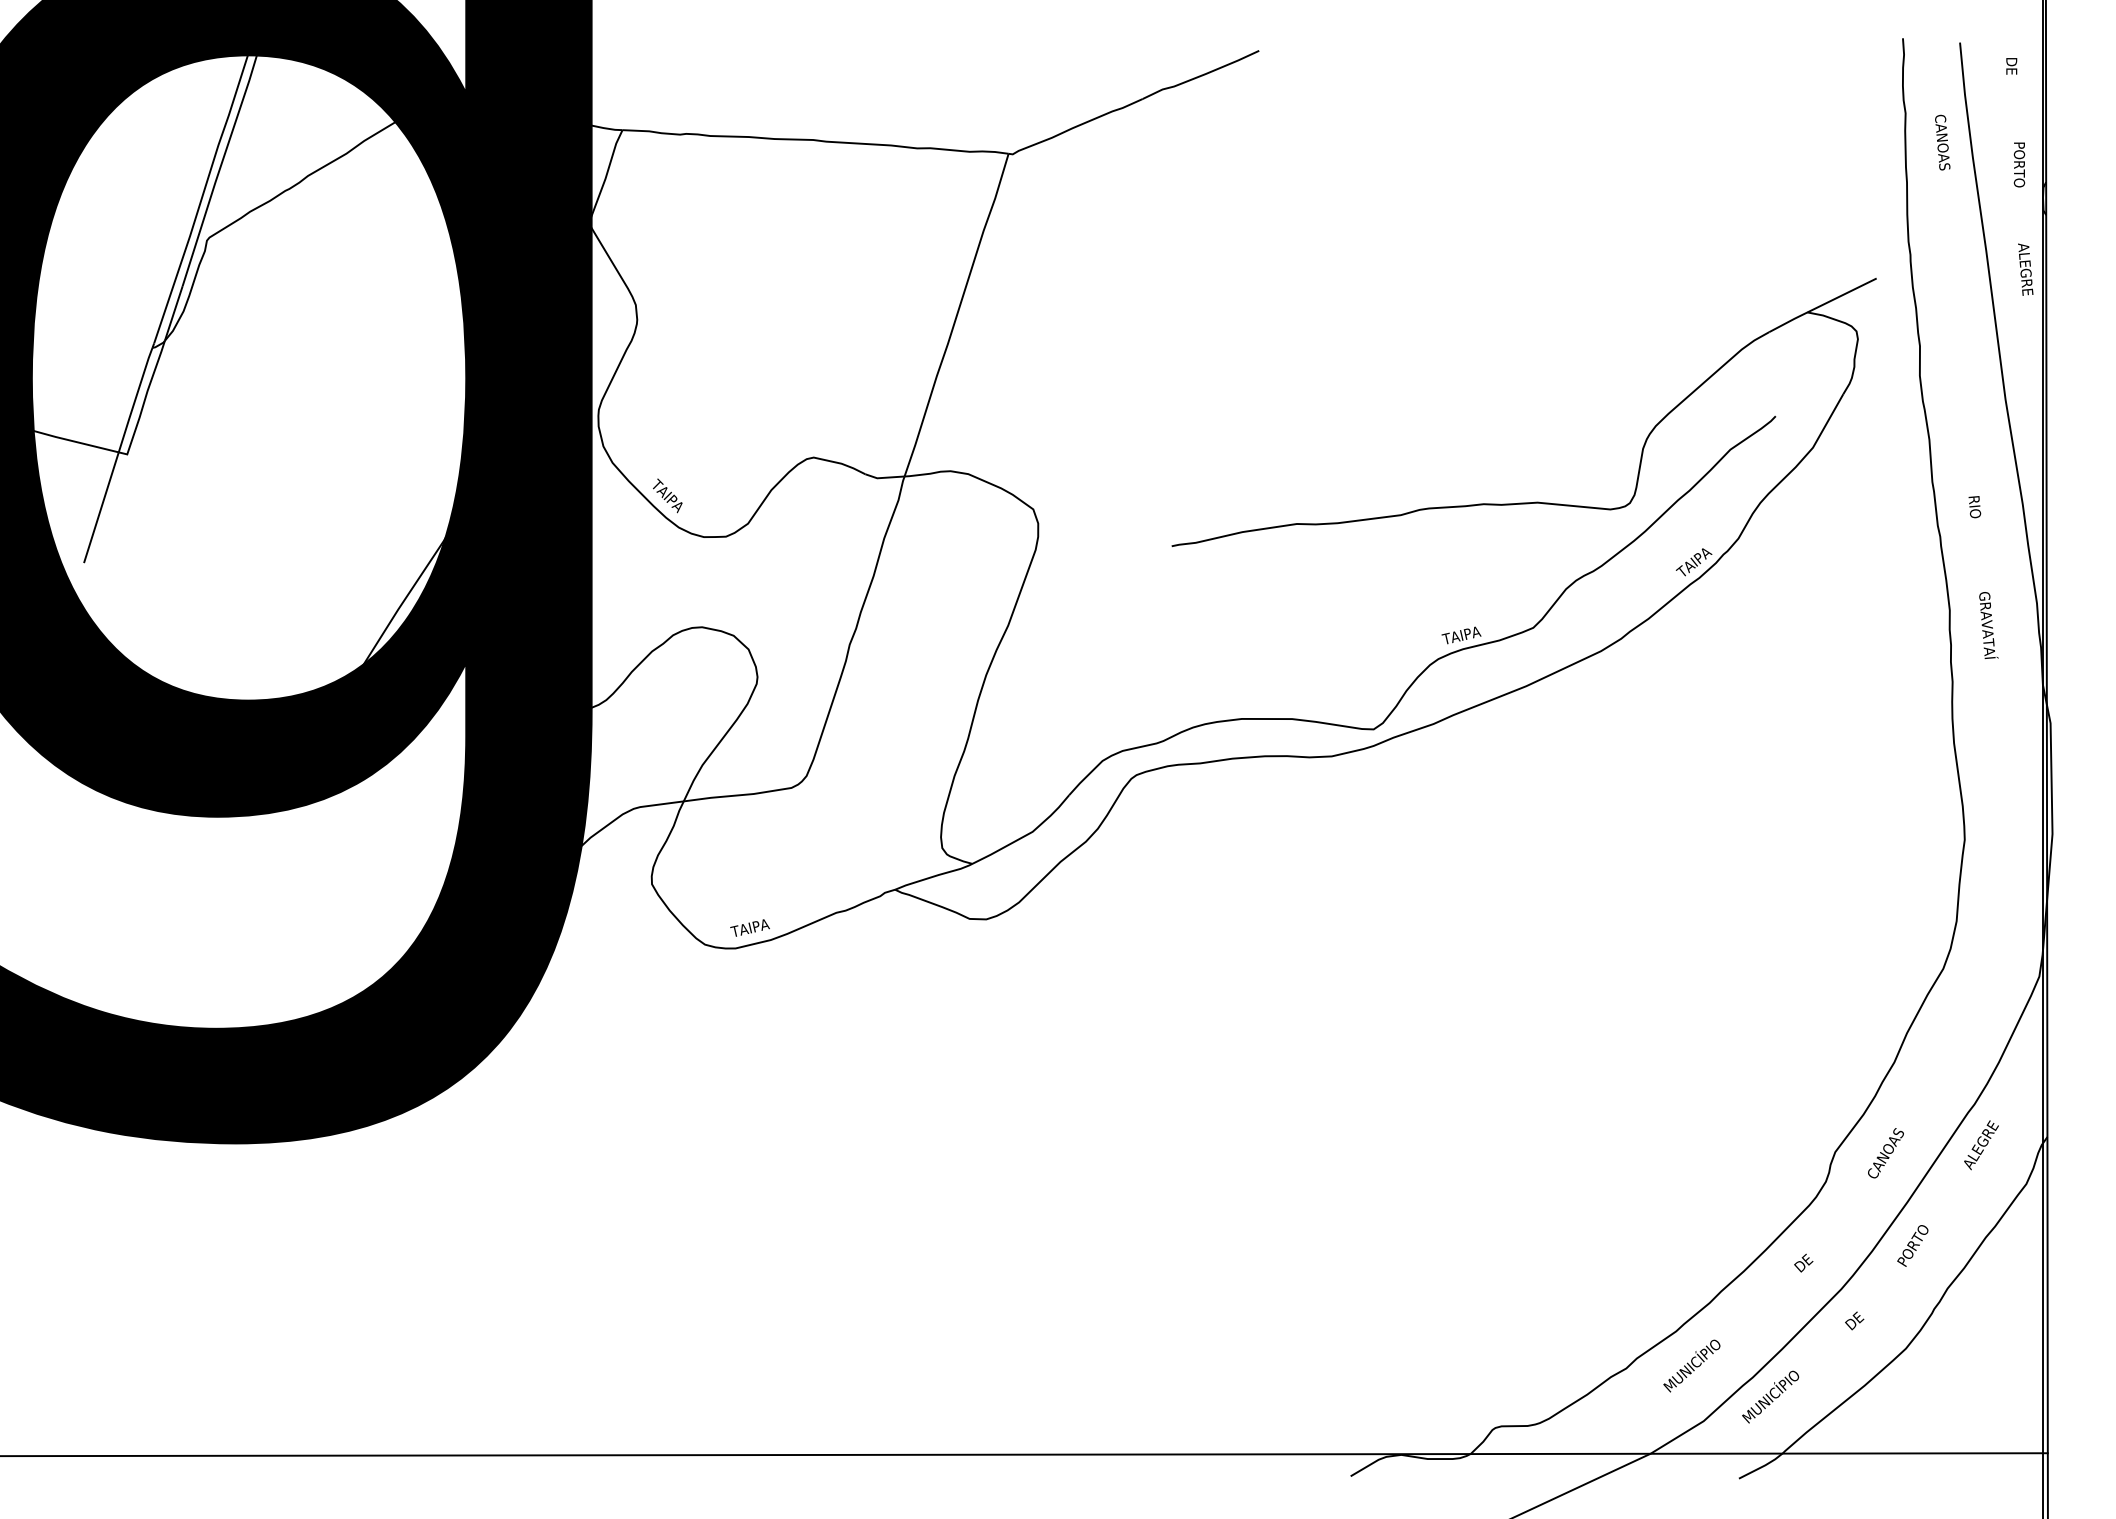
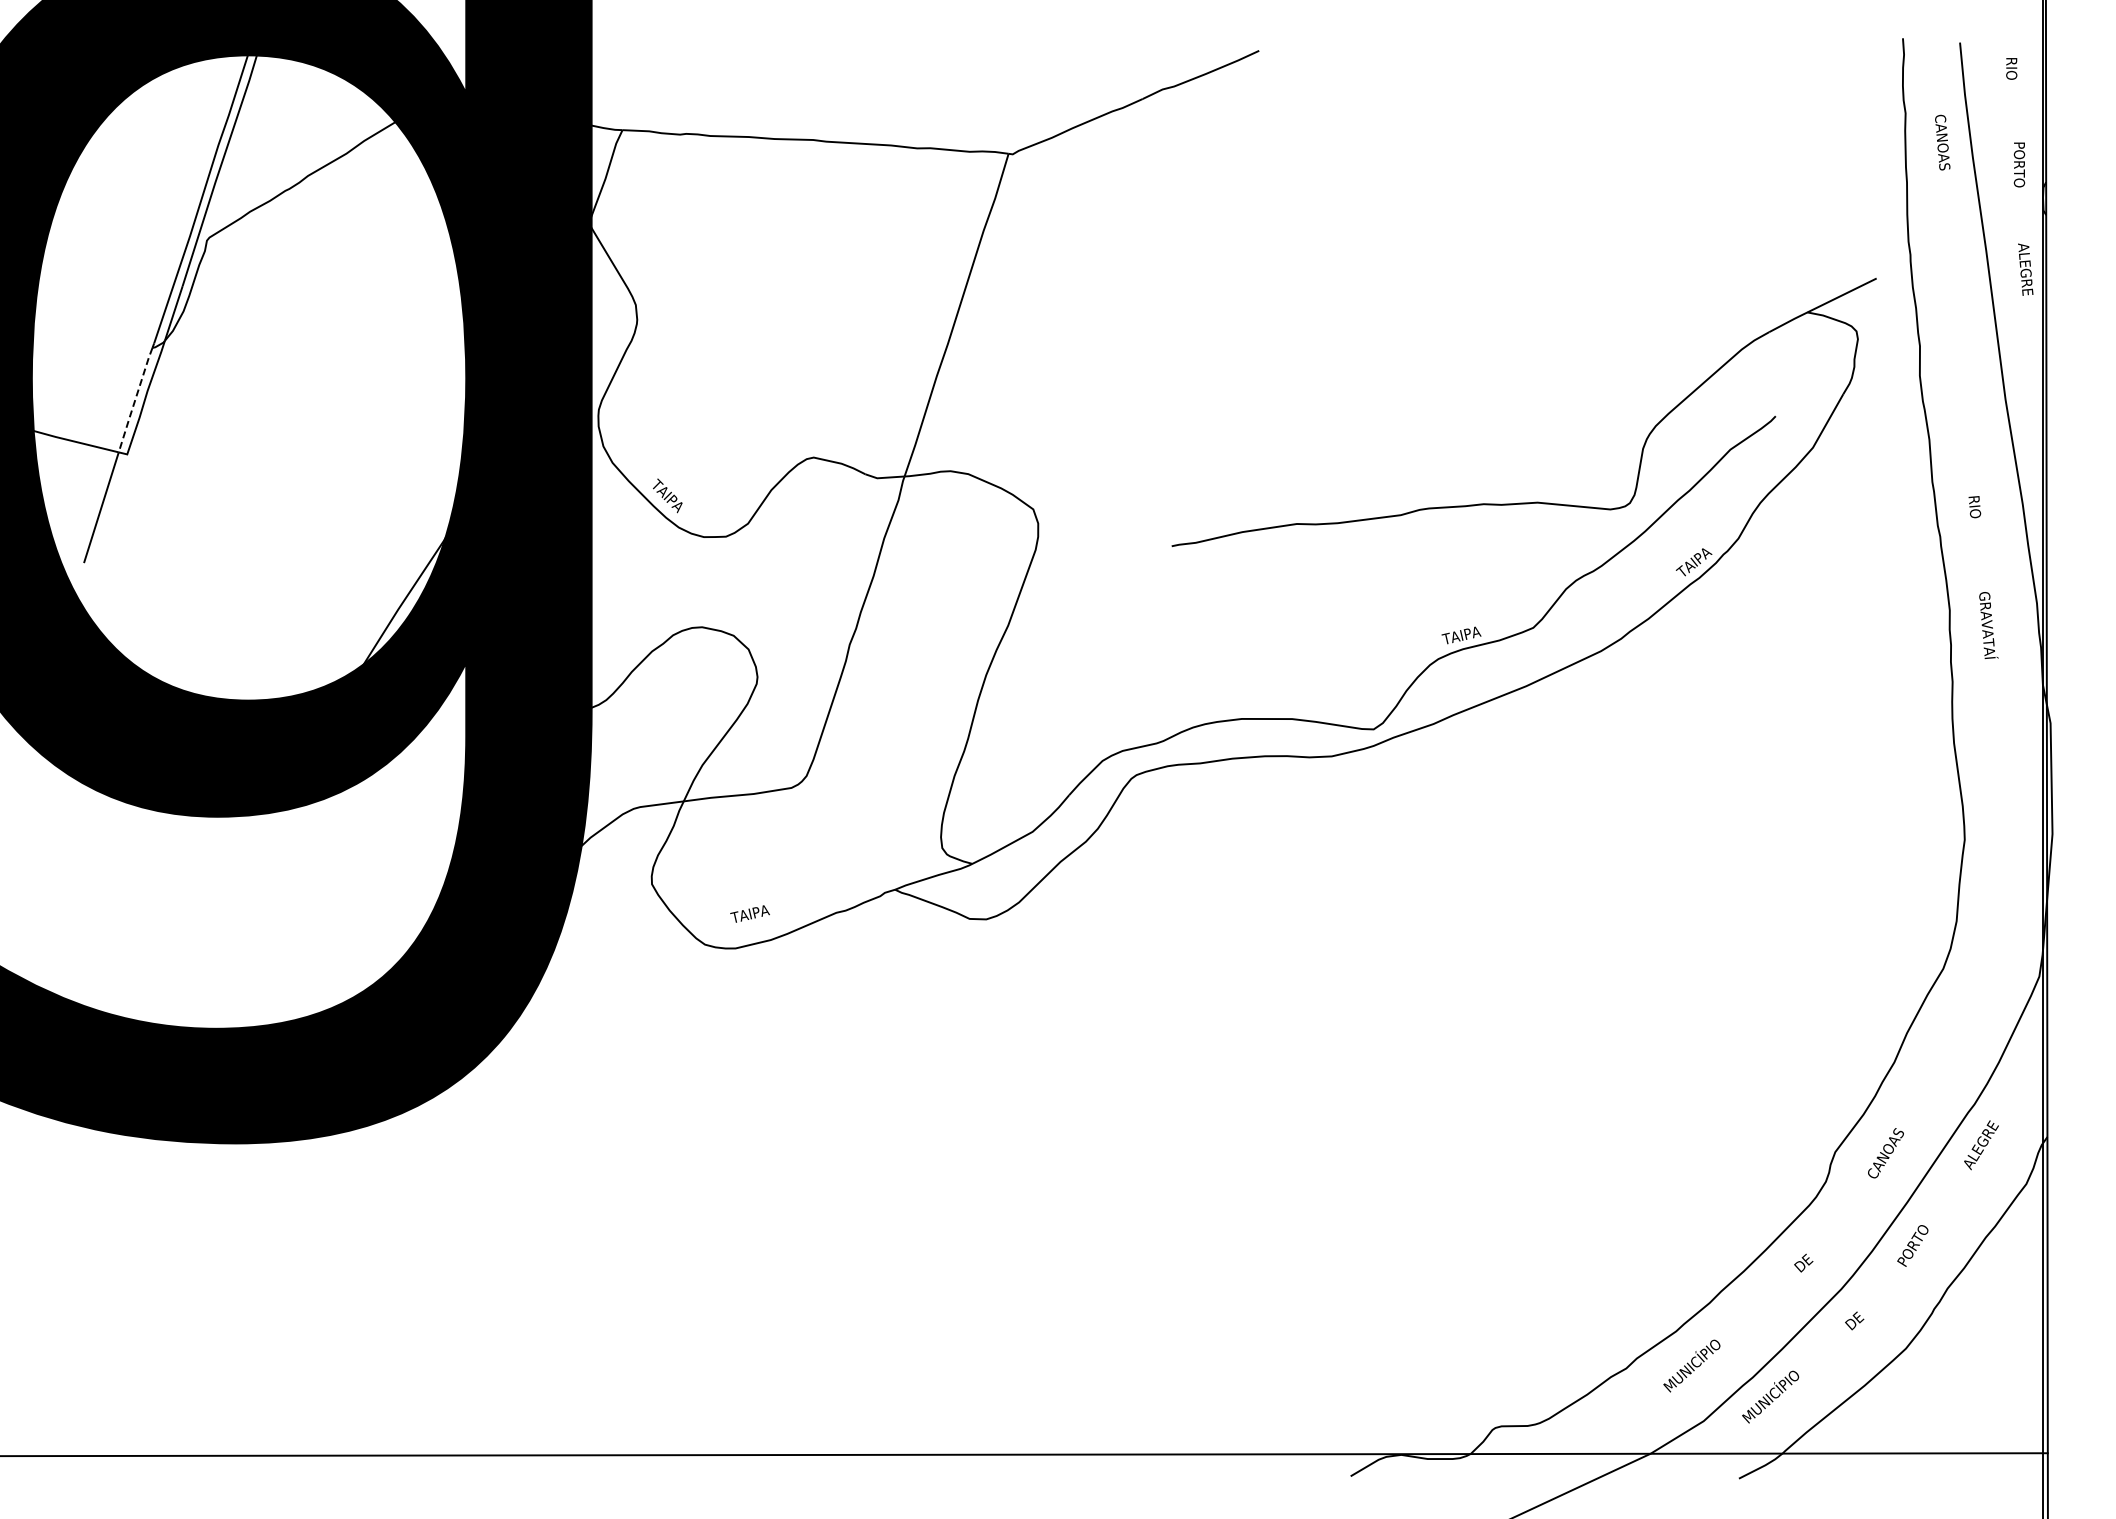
text at (2011, 69): DE -> RIO
line at (135, 400): solid -> dashed
text at (749, 927) position: (749, 927) -> (749, 913)
